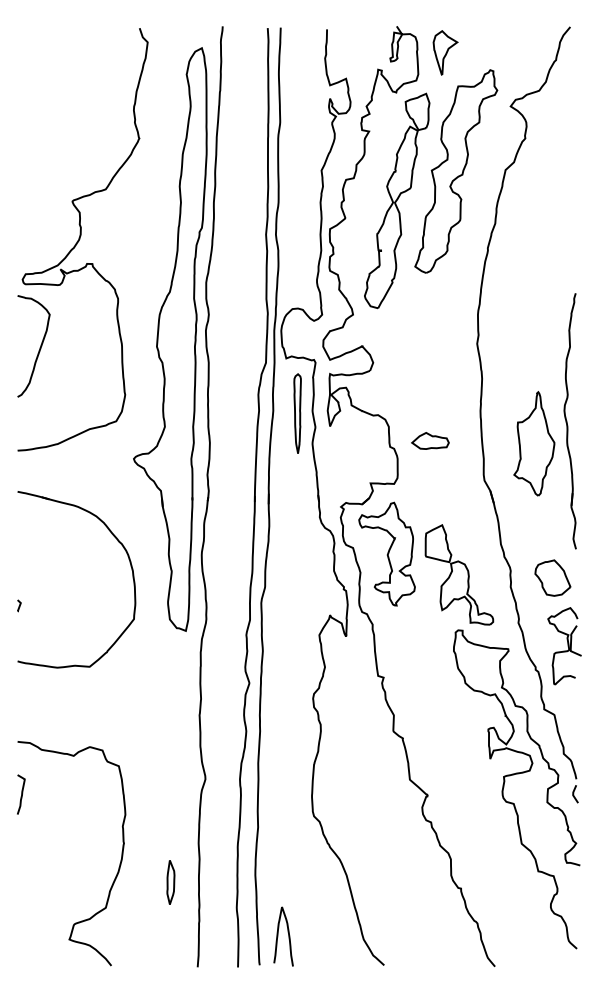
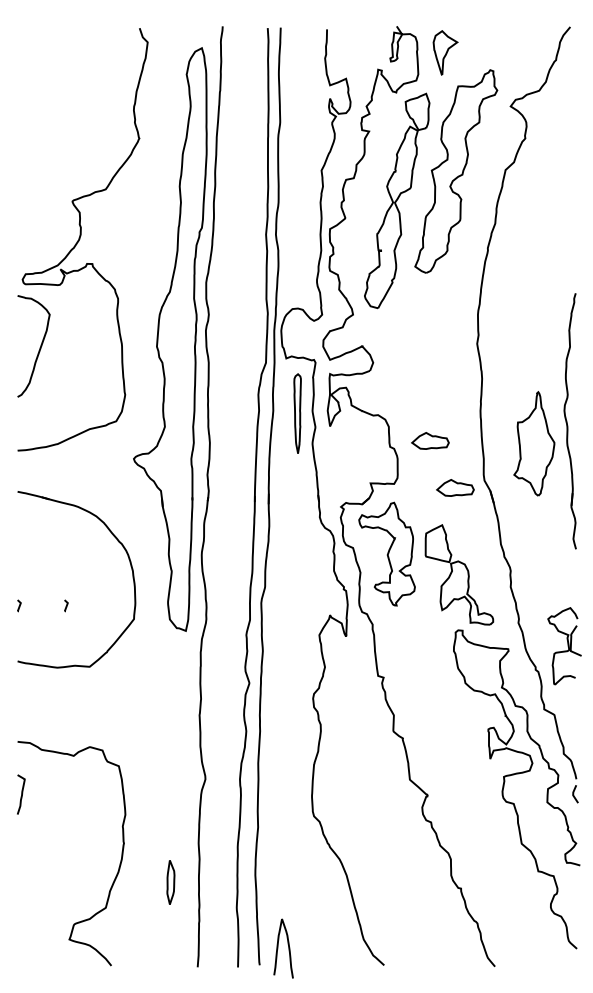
part at (455, 487): none -> present
part at (552, 577): present -> none
line at (66, 605): none -> present
curve at (278, 936) position: (278, 936) -> (278, 948)
